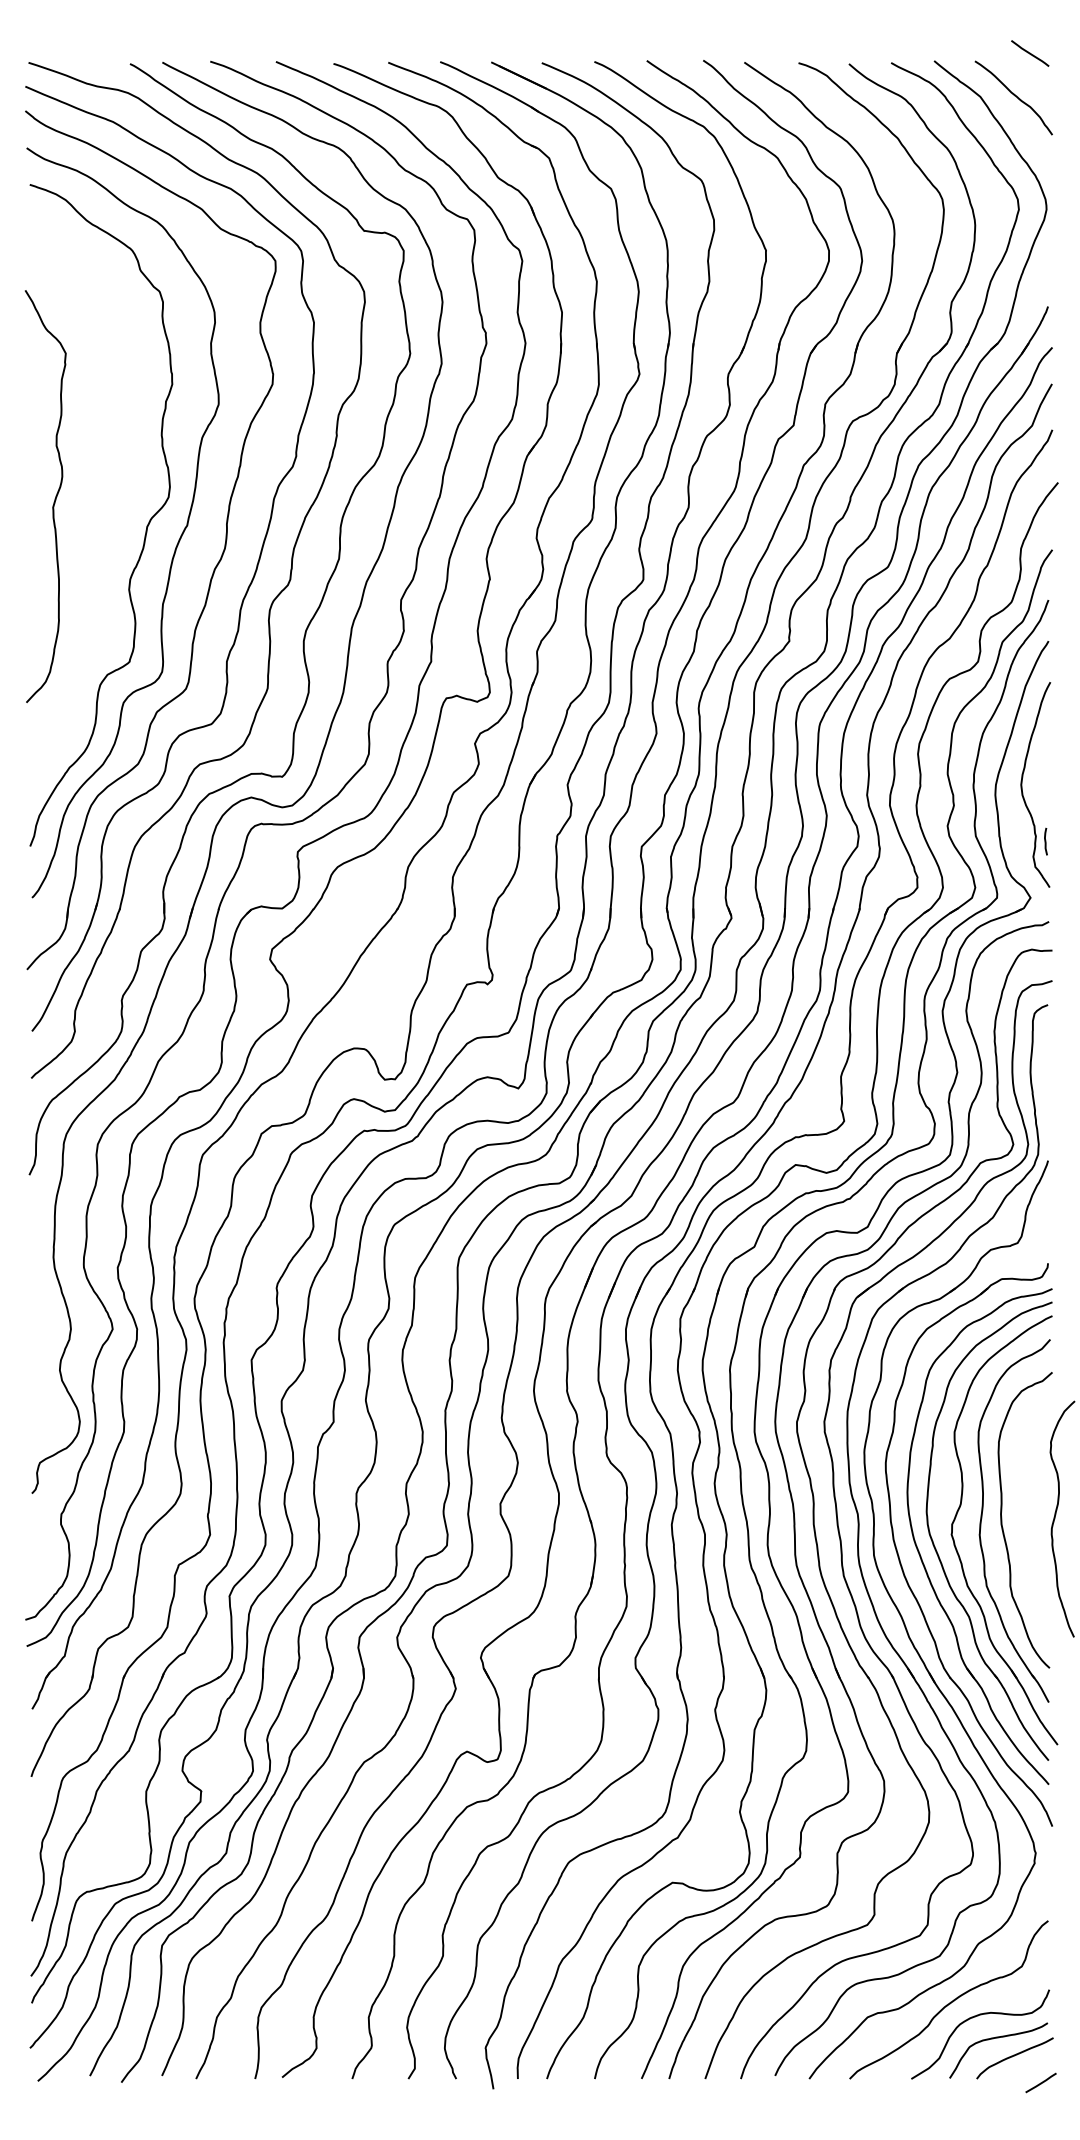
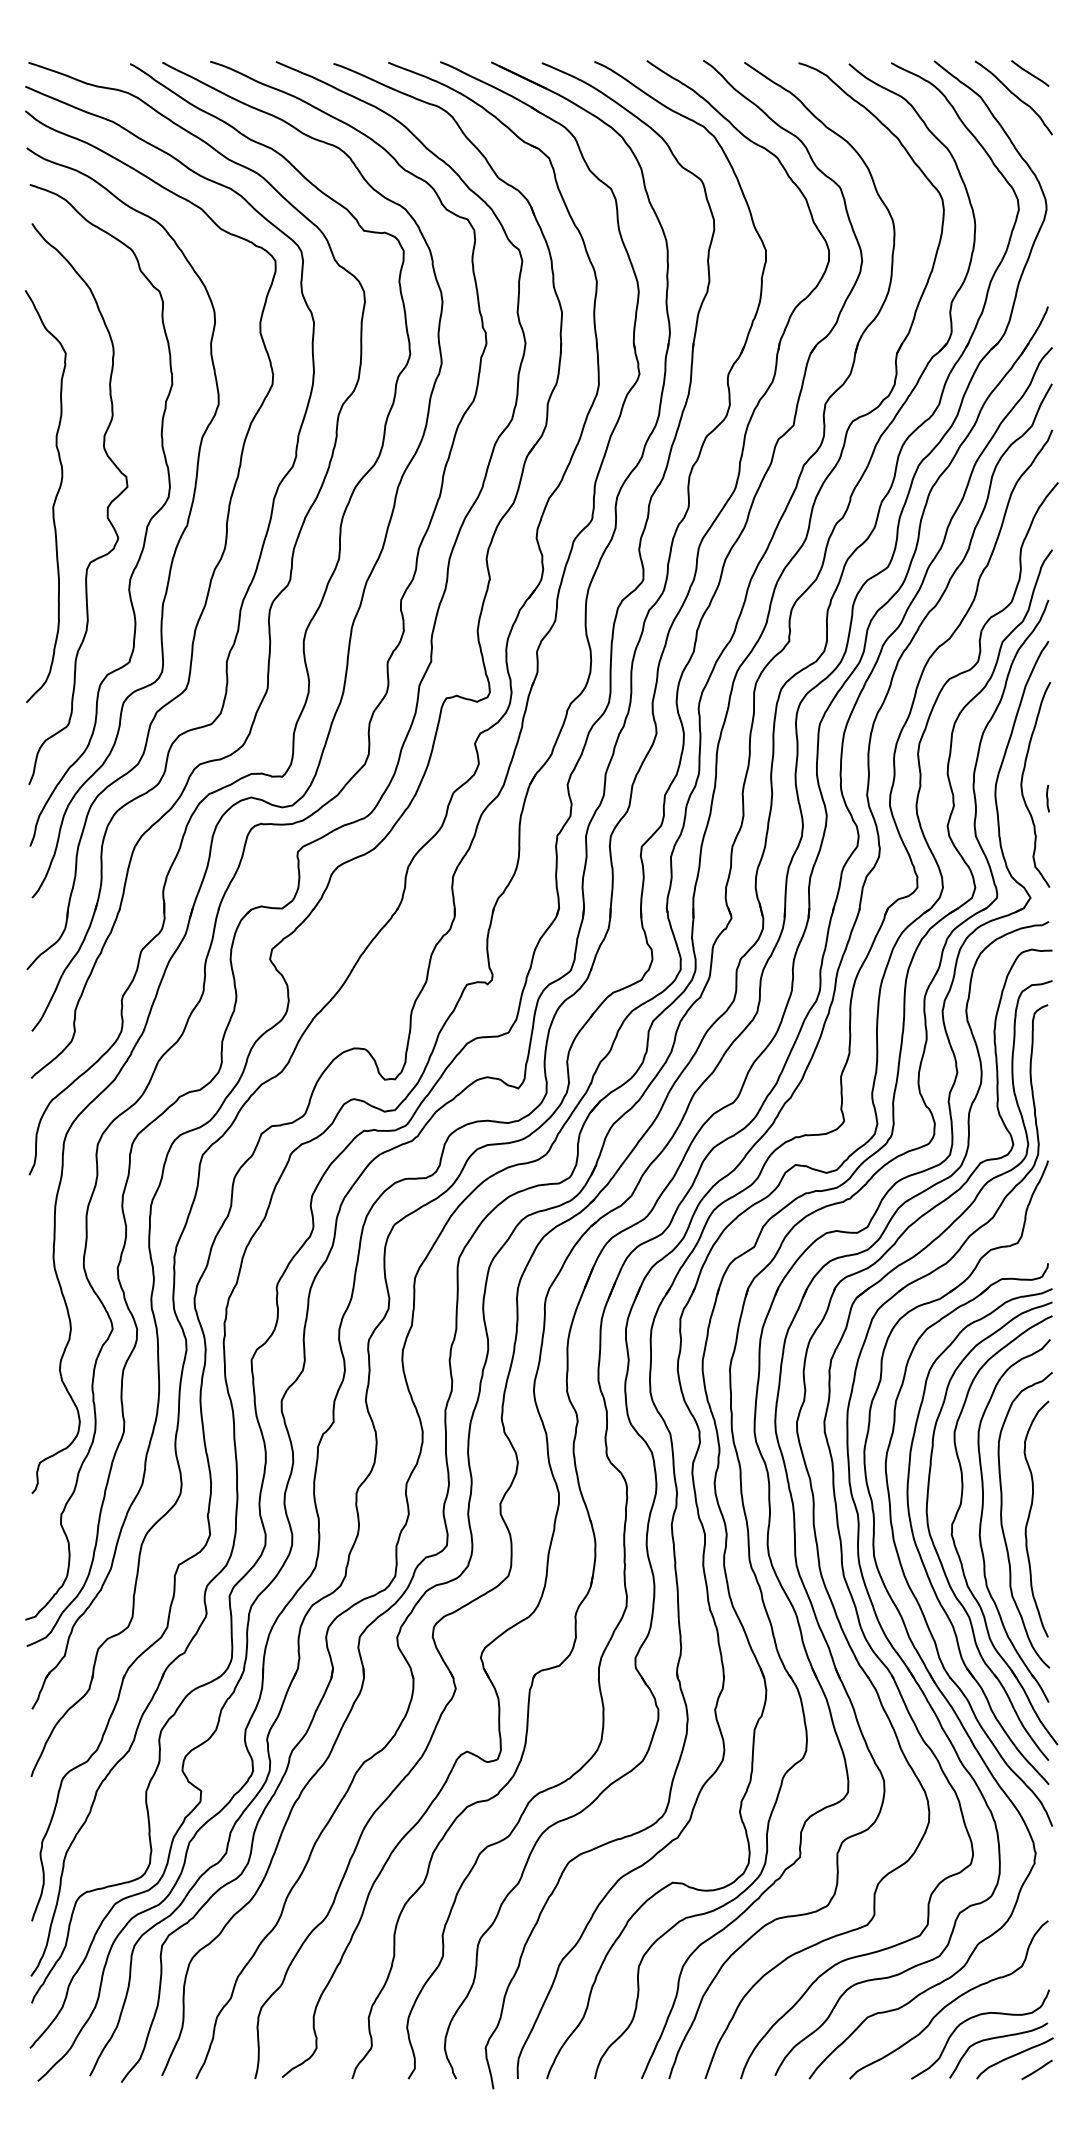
line at (1030, 53) position: (1030, 53) -> (1030, 73)
curve at (106, 508): none -> present
curve at (1045, 841) position: (1045, 841) -> (1047, 798)
curve at (1055, 1518) position: (1055, 1518) -> (1029, 1518)
line at (1040, 2082) position: (1040, 2082) -> (1036, 2069)
